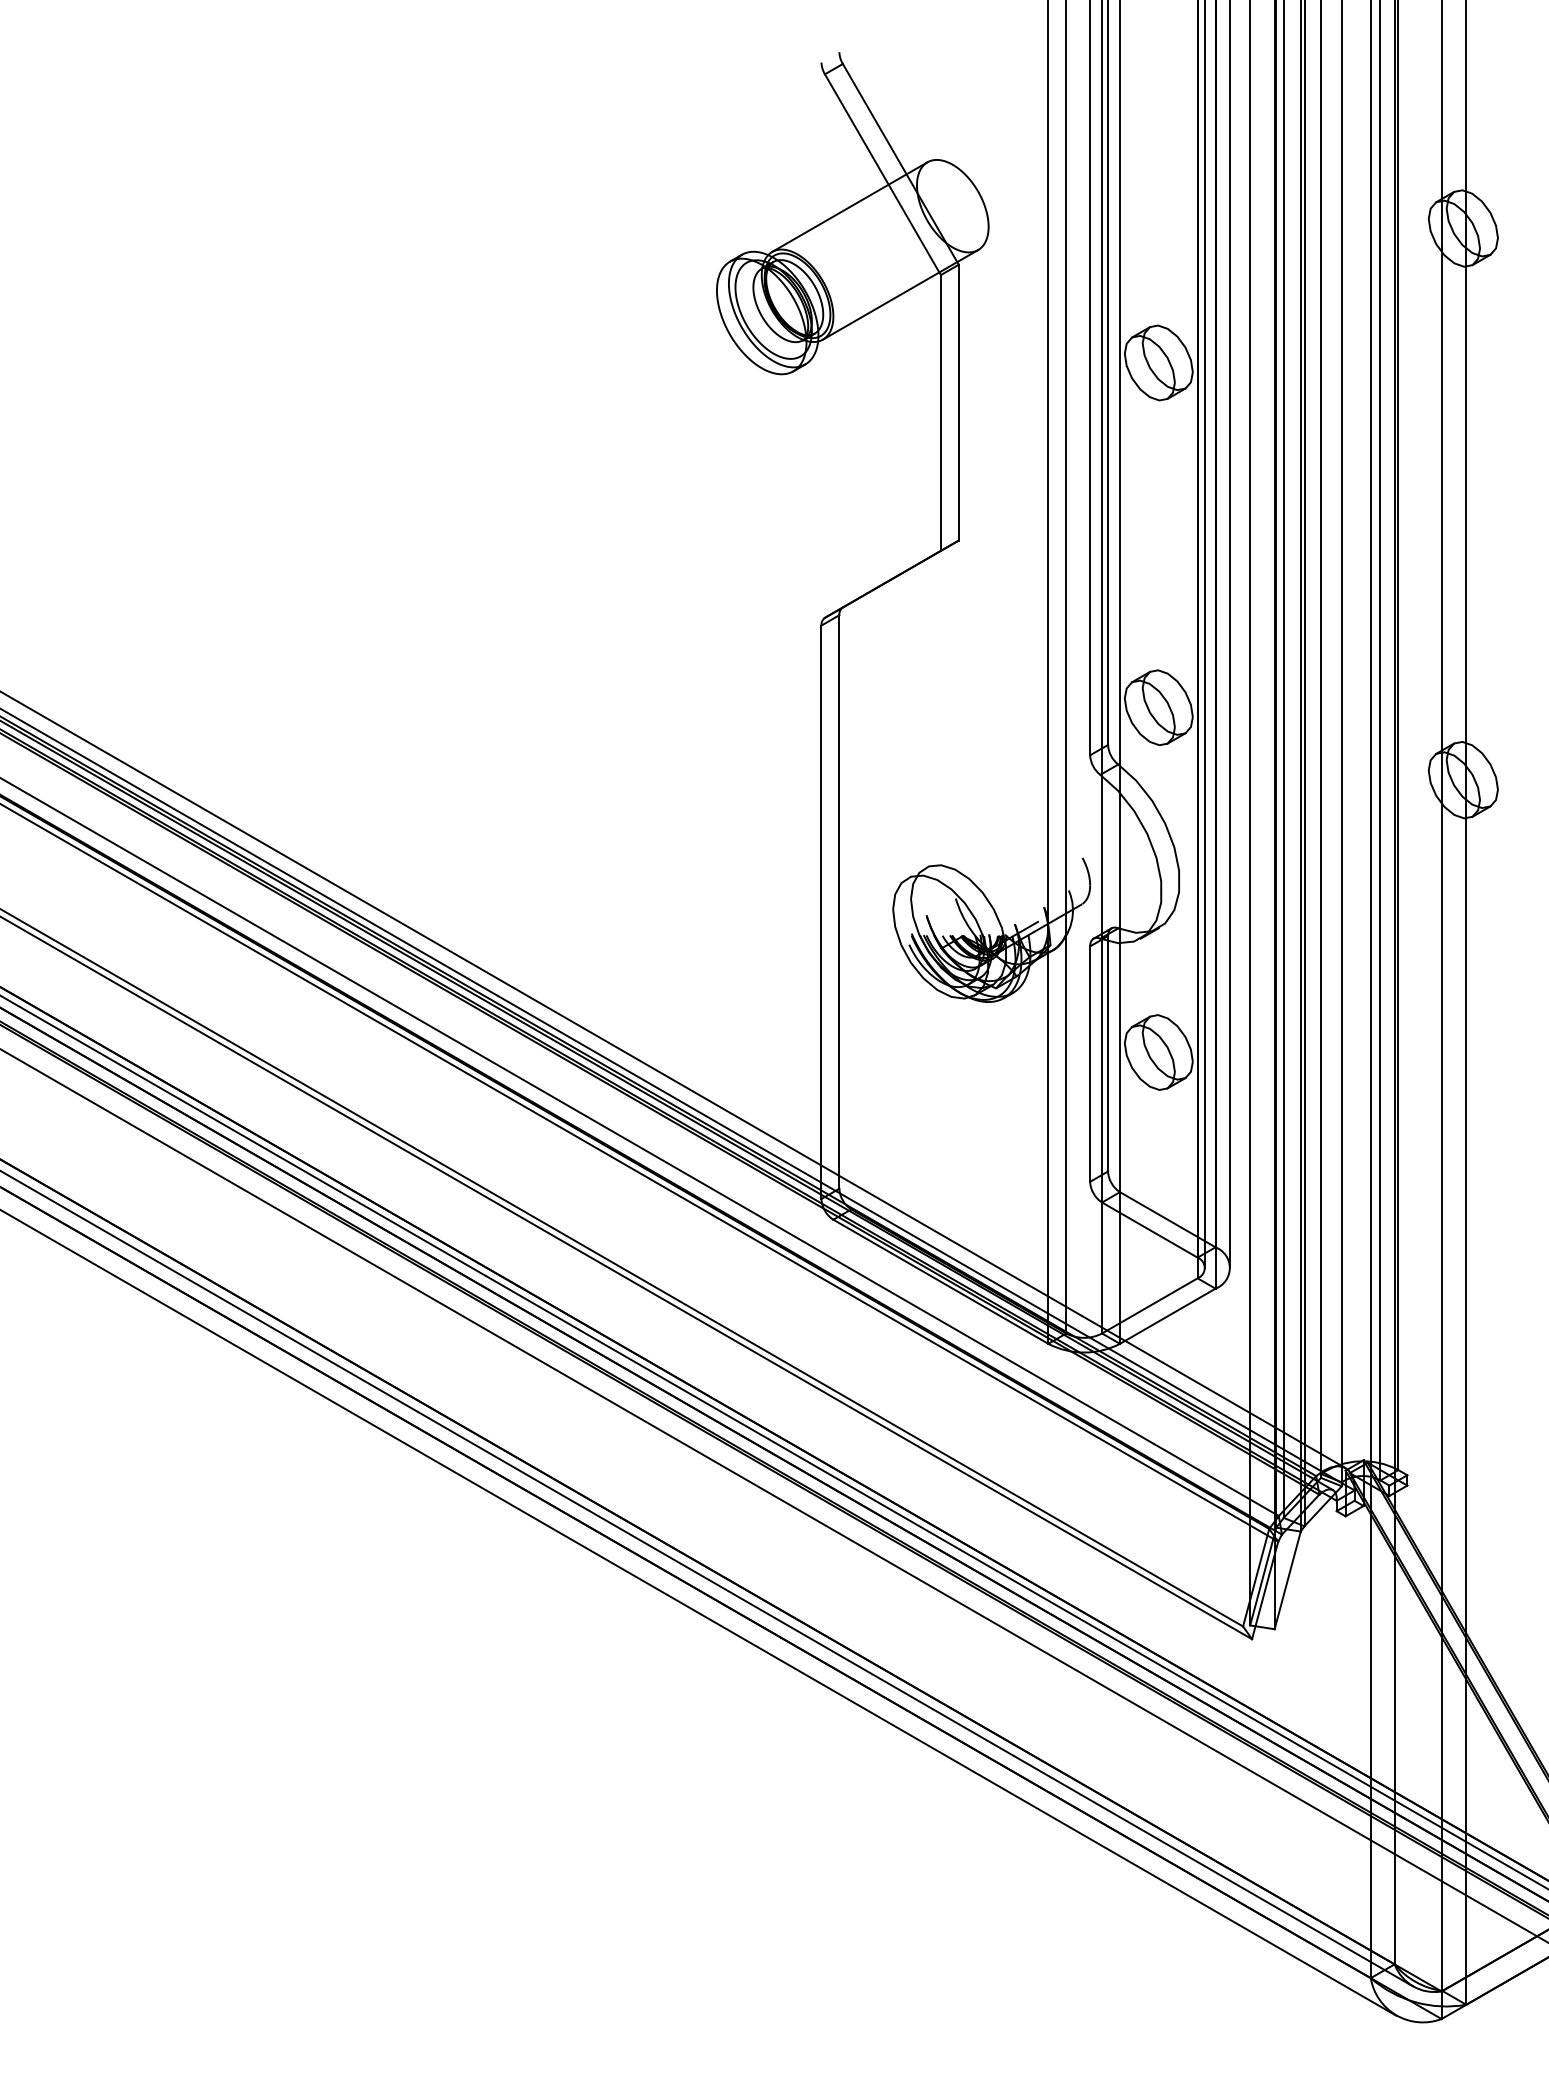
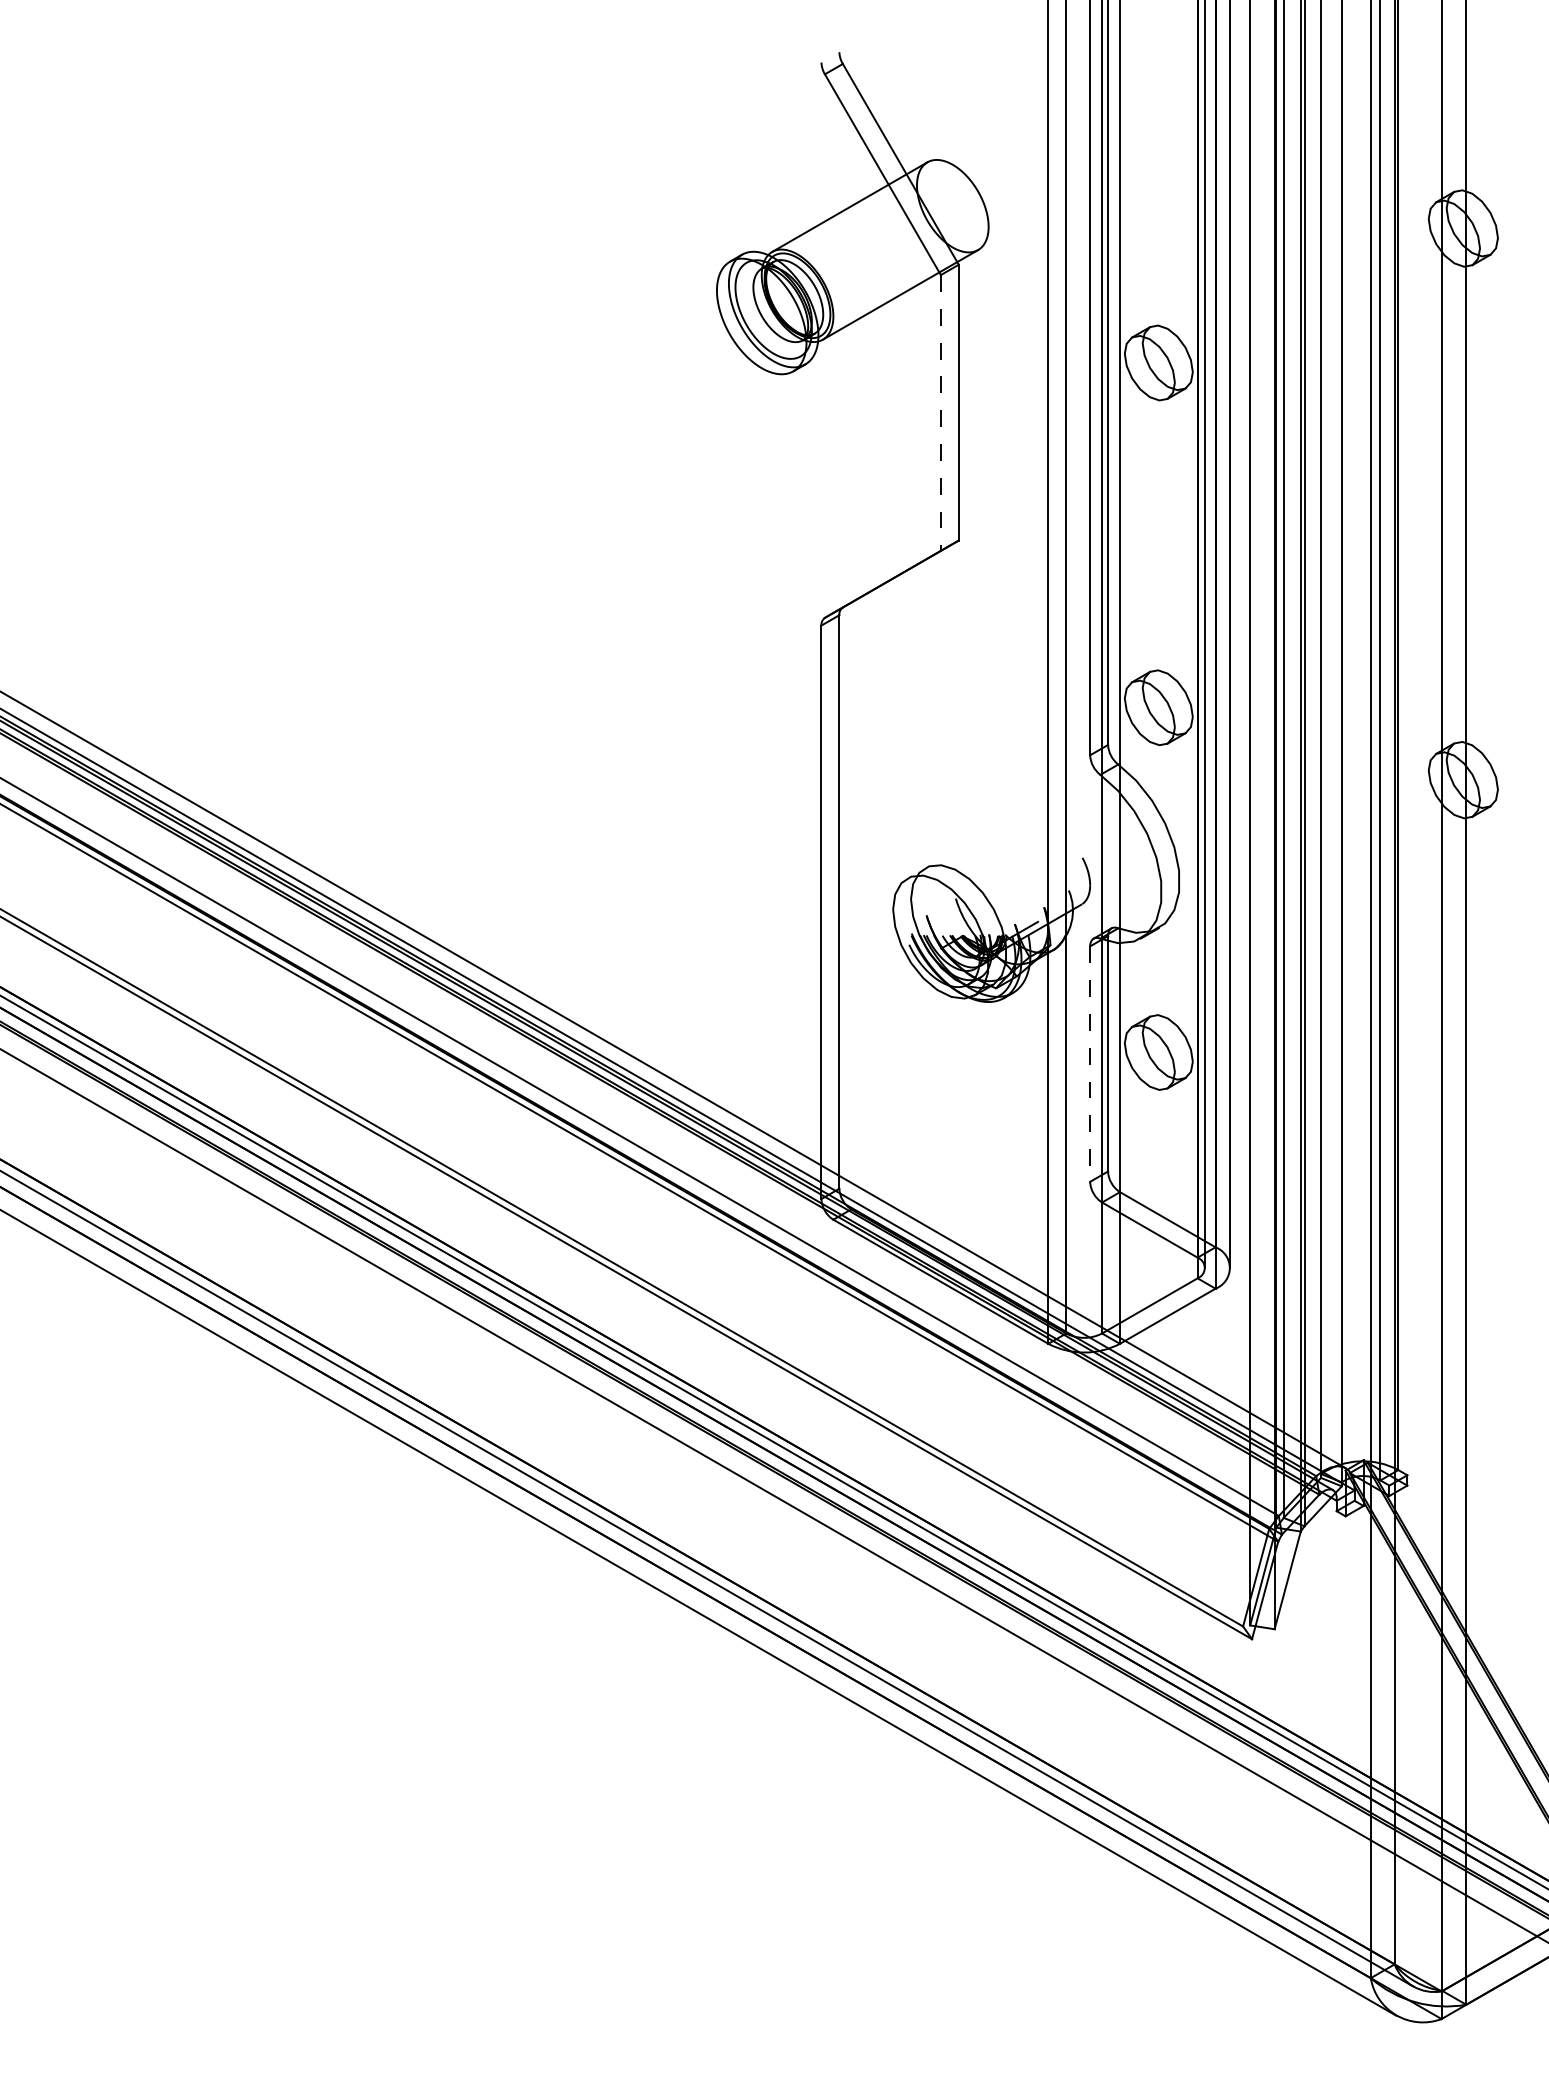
line at (940, 413): solid -> dashed
line at (1090, 1064): solid -> dashed
